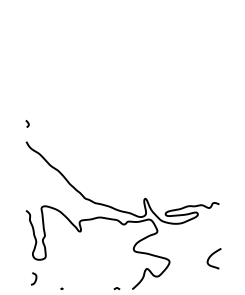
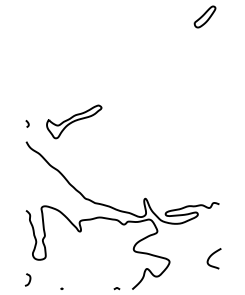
part at (204, 16): none -> present
part at (74, 121): none -> present
curve at (35, 278) position: (35, 278) -> (29, 279)
